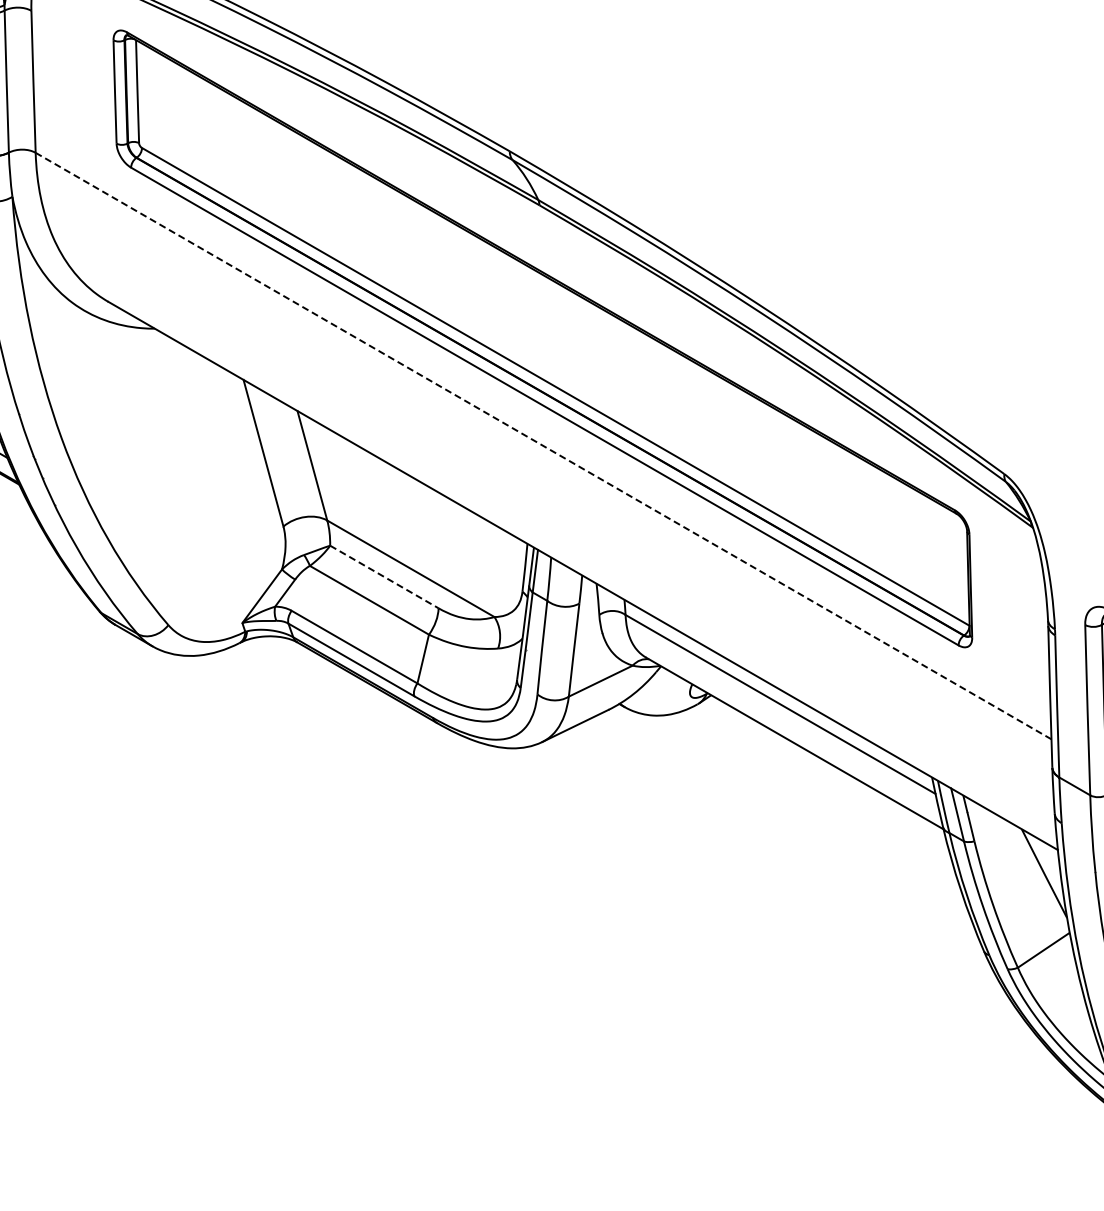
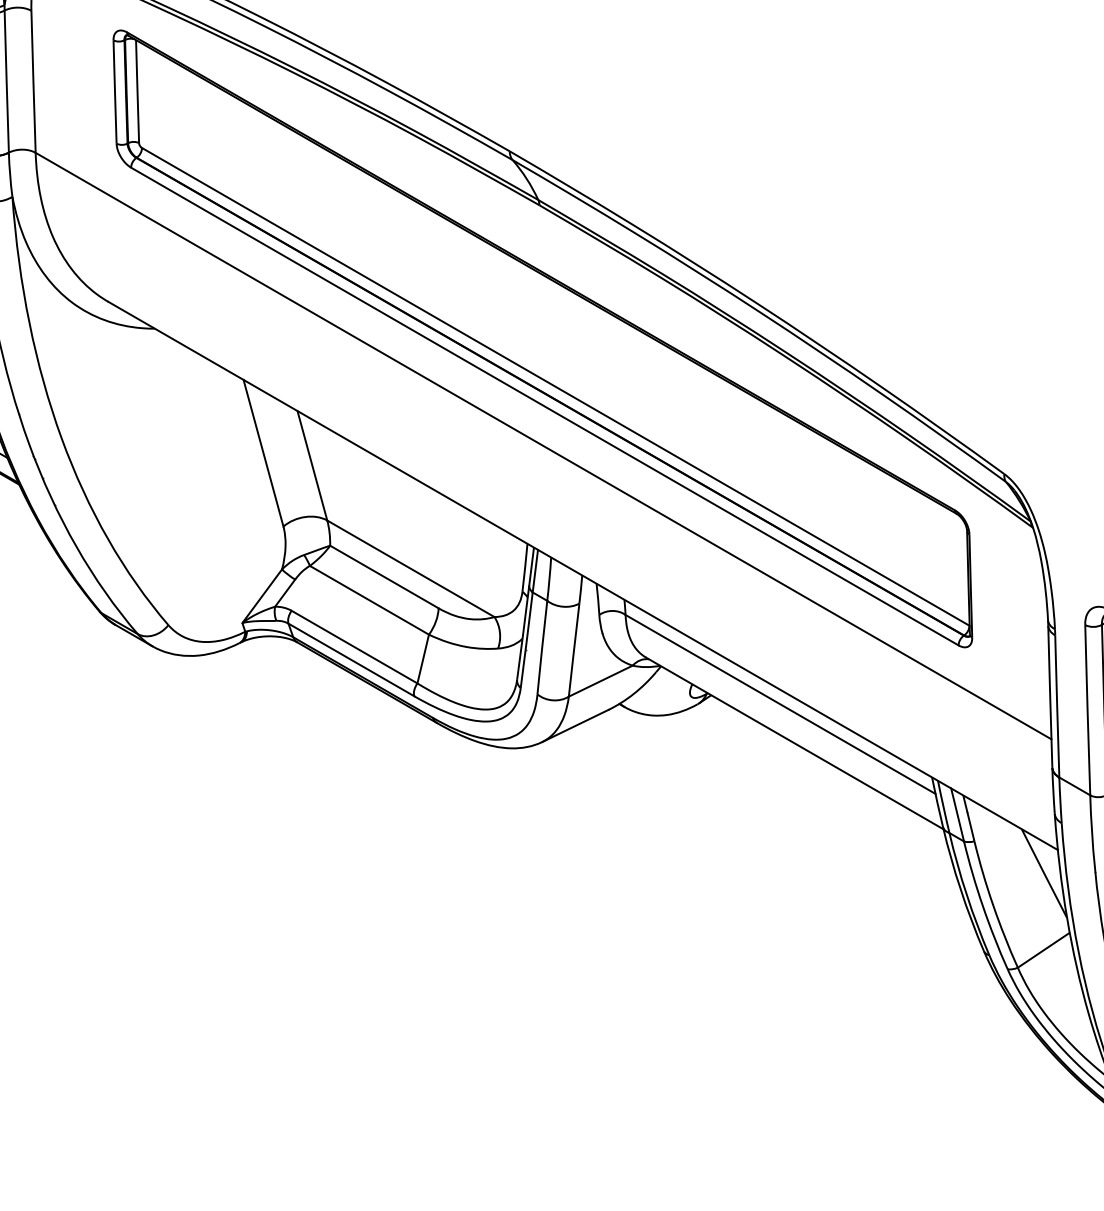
line at (543, 445): dashed -> solid
line at (384, 577): dashed -> solid
